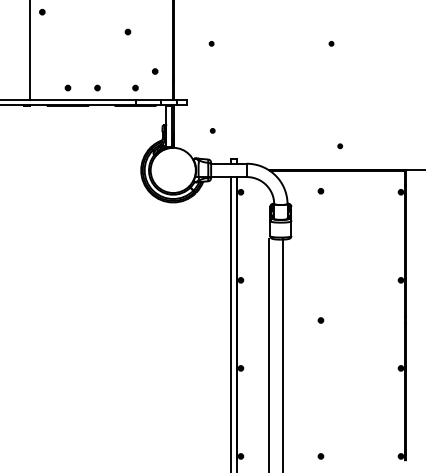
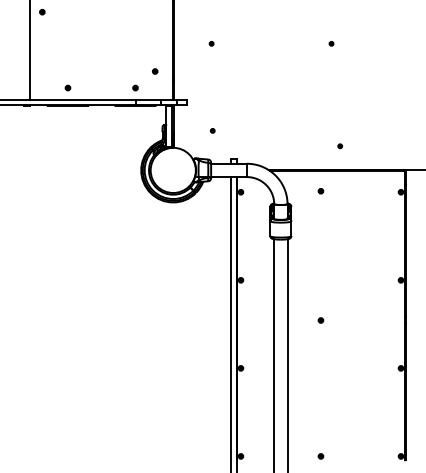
part at (127, 31): present -> none
part at (97, 87): present -> none
line at (269, 354) position: (269, 354) -> (274, 354)
line at (282, 354) position: (282, 354) -> (287, 354)
